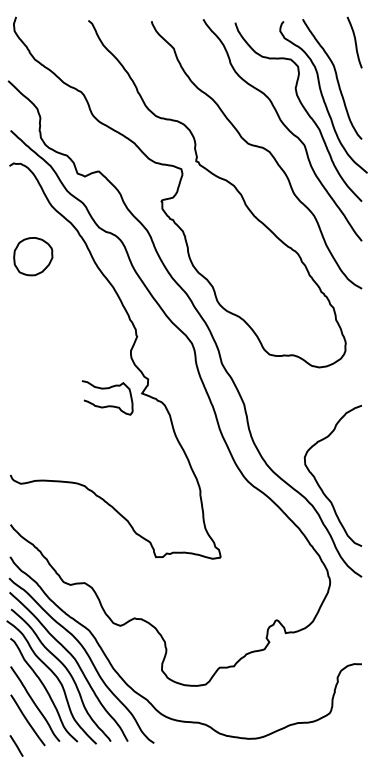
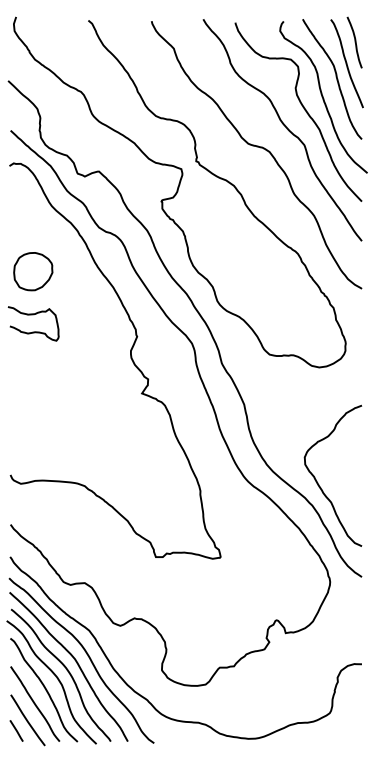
curve at (346, 63): none -> present
part at (33, 256) position: (33, 256) -> (33, 271)
curve at (107, 389) position: (107, 389) -> (33, 315)
line at (16, 745) position: (16, 745) -> (16, 730)
